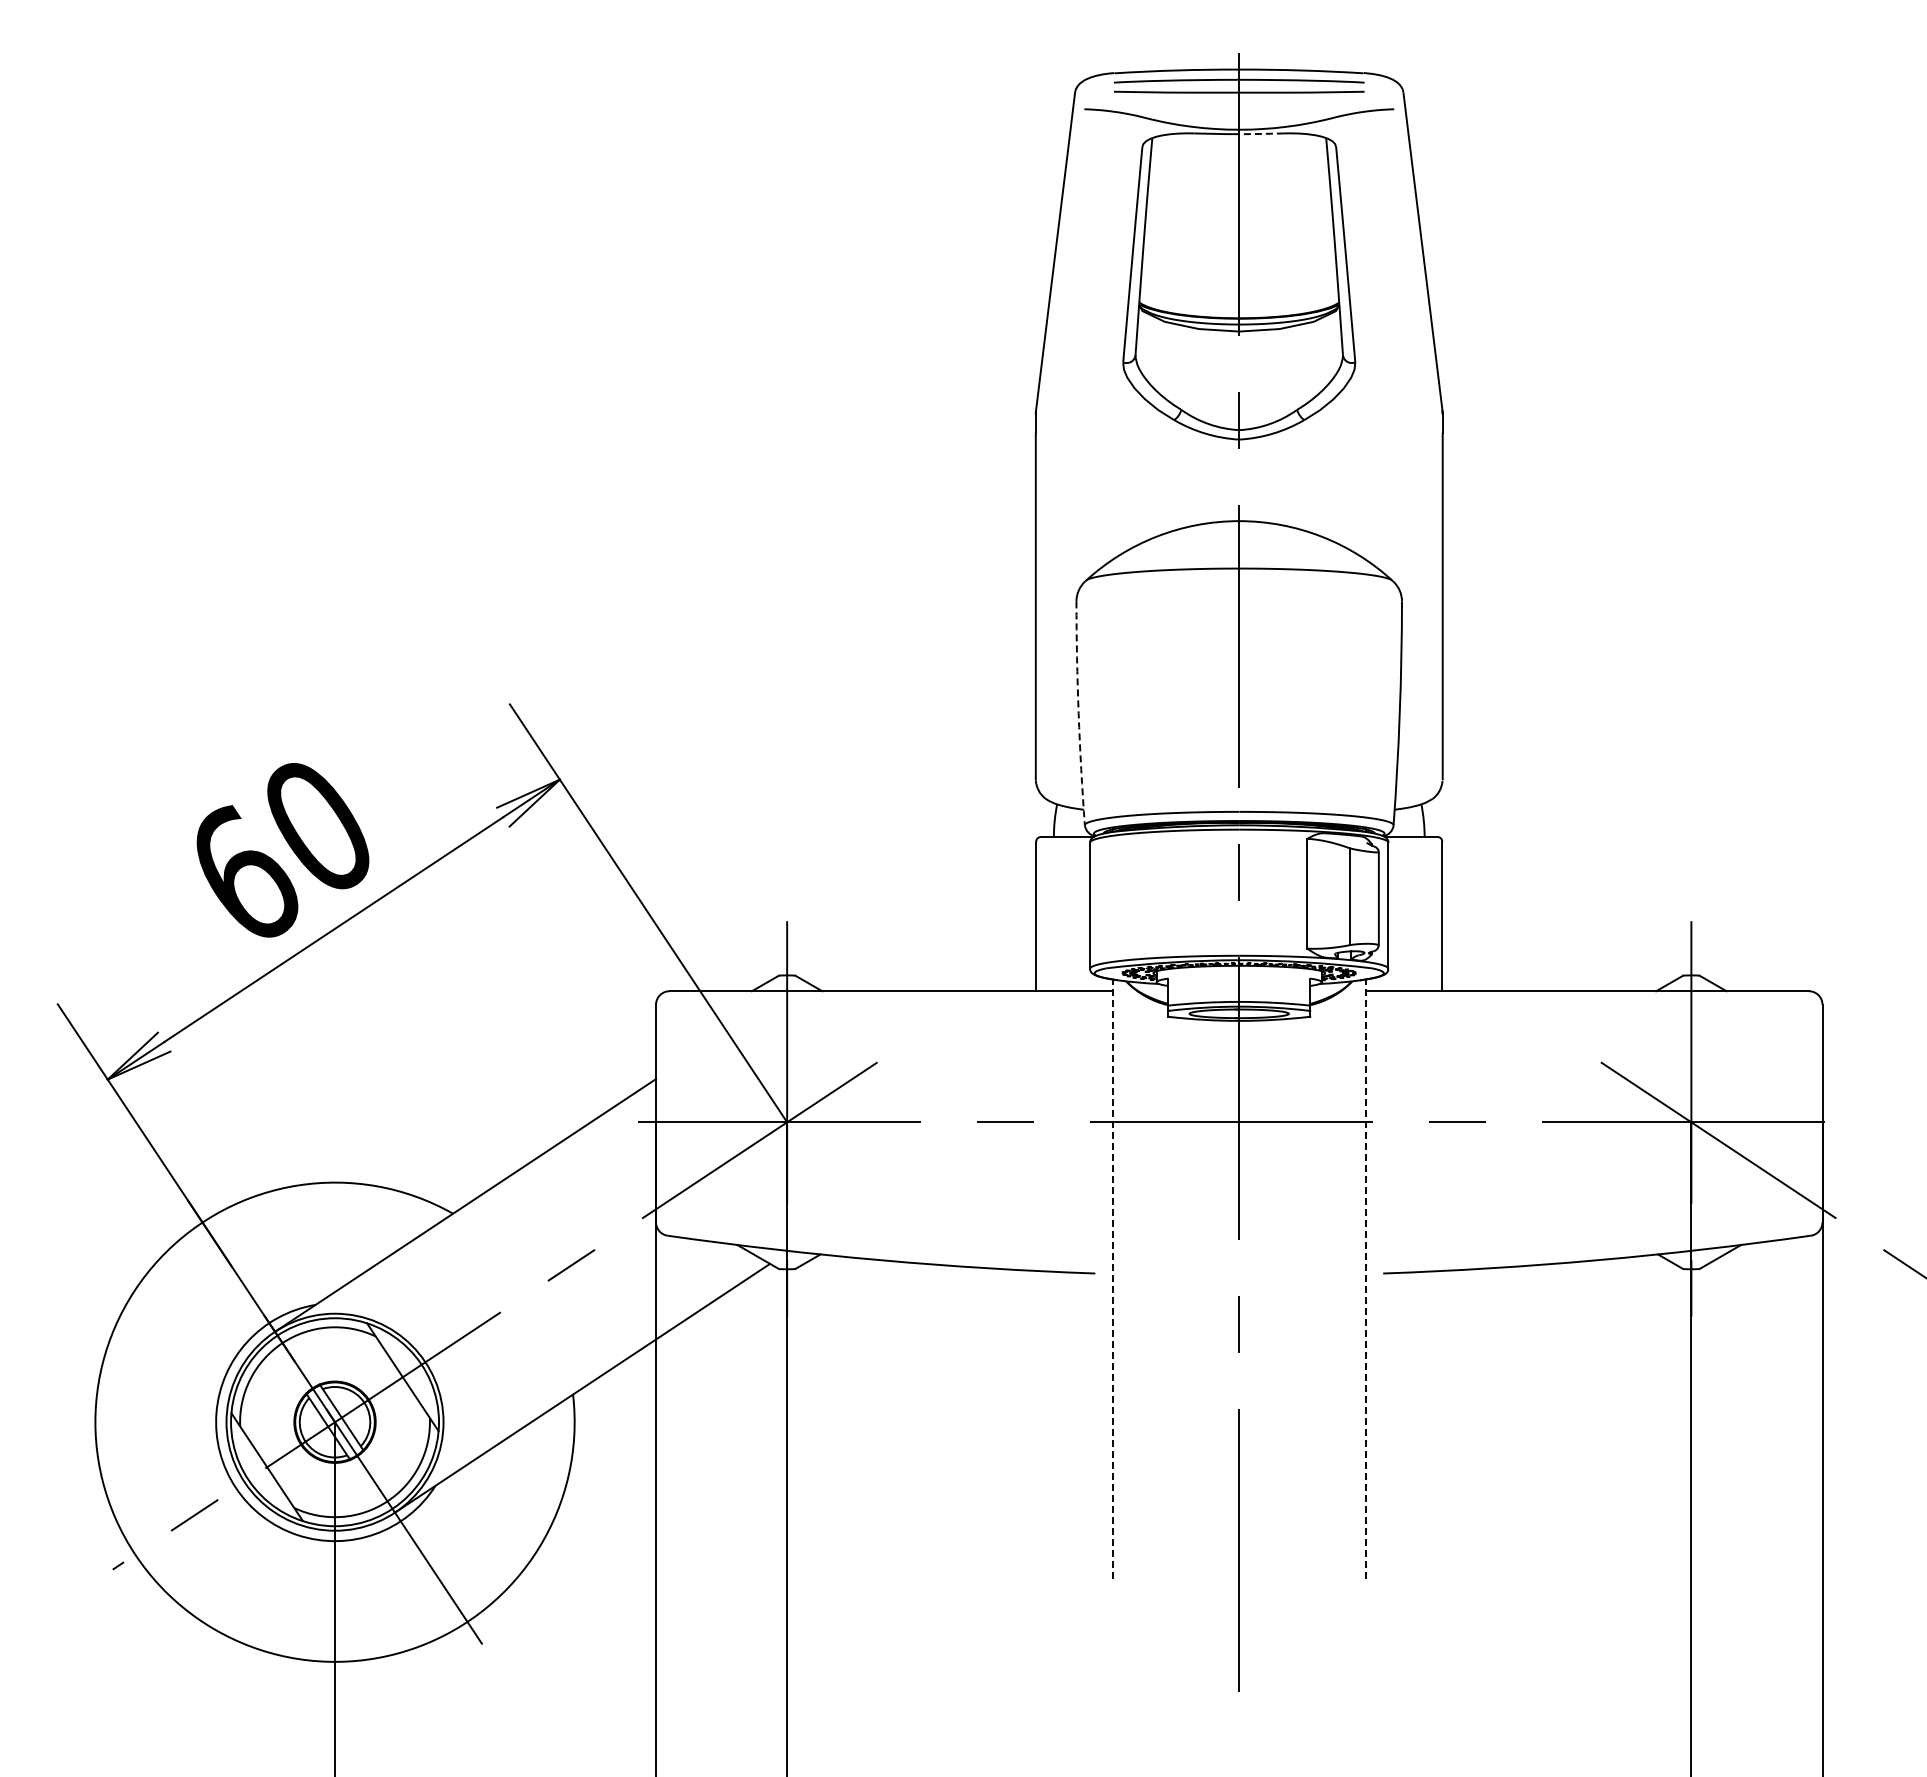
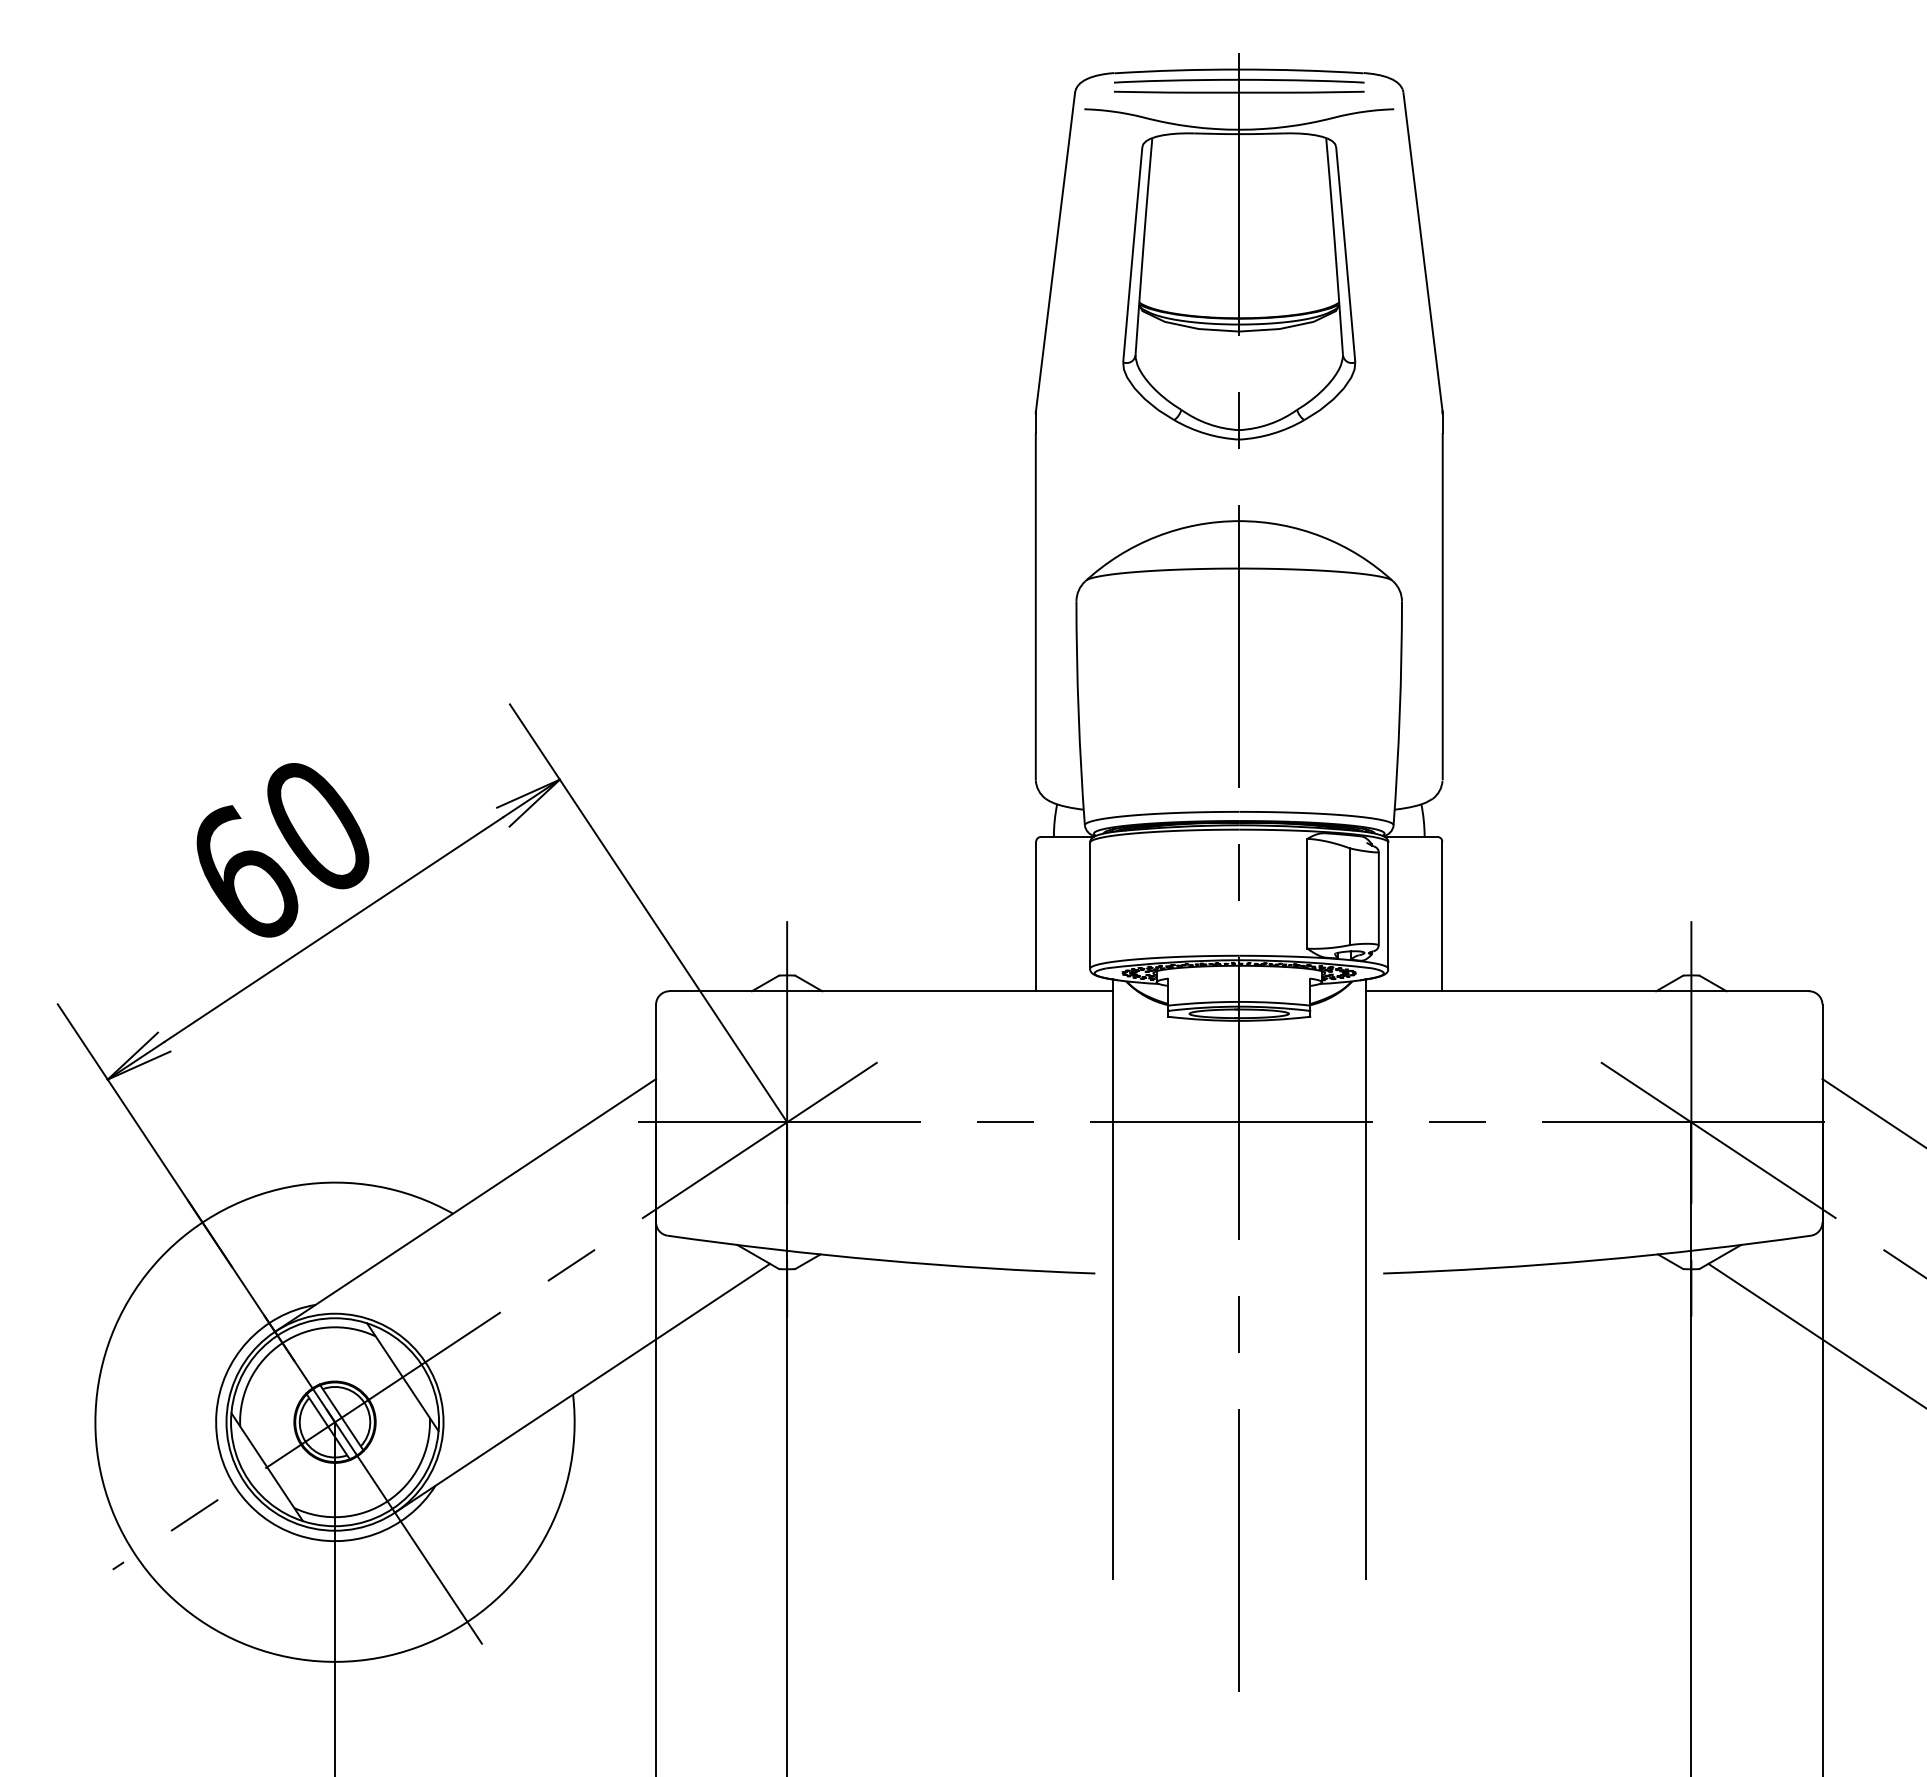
line at (1260, 133): dashed -> solid
arc at (1078, 713): dashed -> solid
line at (1872, 1112): none -> present
line at (1112, 1279): dashed -> solid
line at (1365, 1279): dashed -> solid
line at (1815, 1334): none -> present
